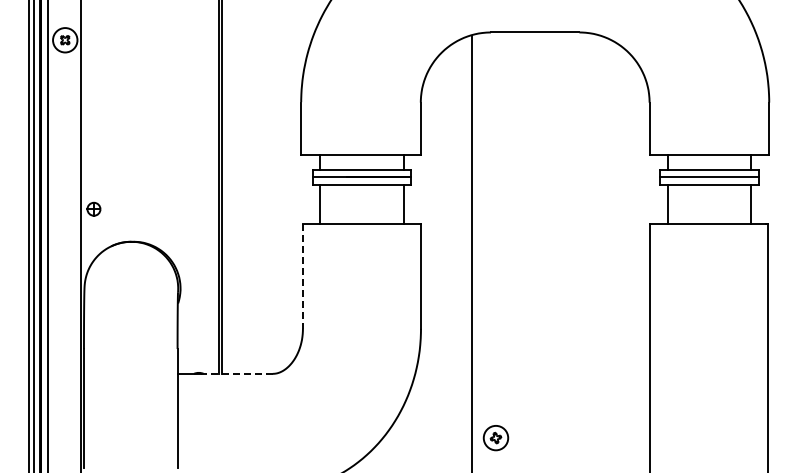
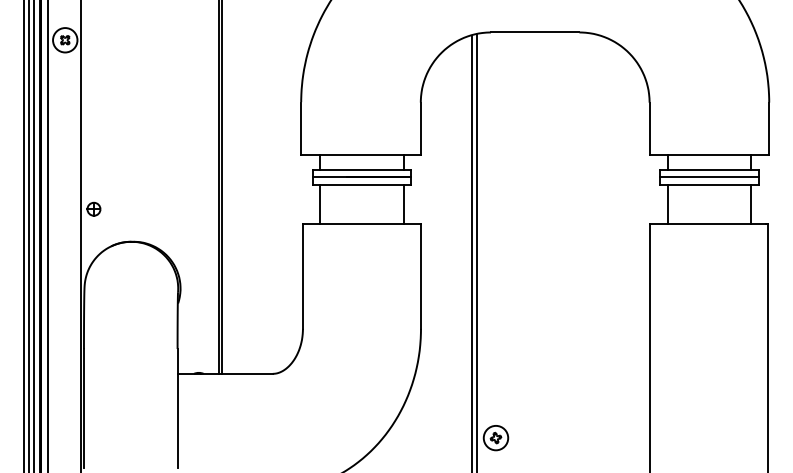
line at (23, 235): none -> present
line at (476, 251): none -> present
line at (302, 276): dashed -> solid
line at (236, 373): dashed -> solid
